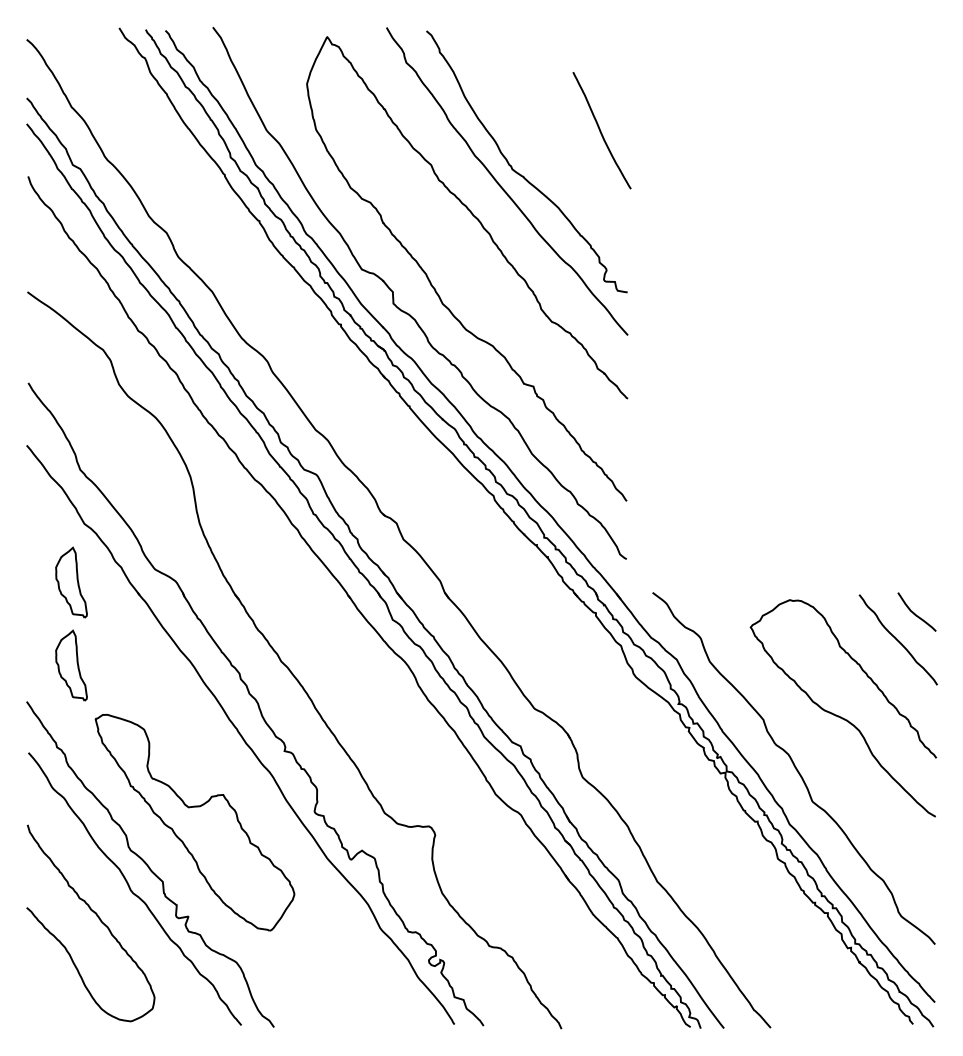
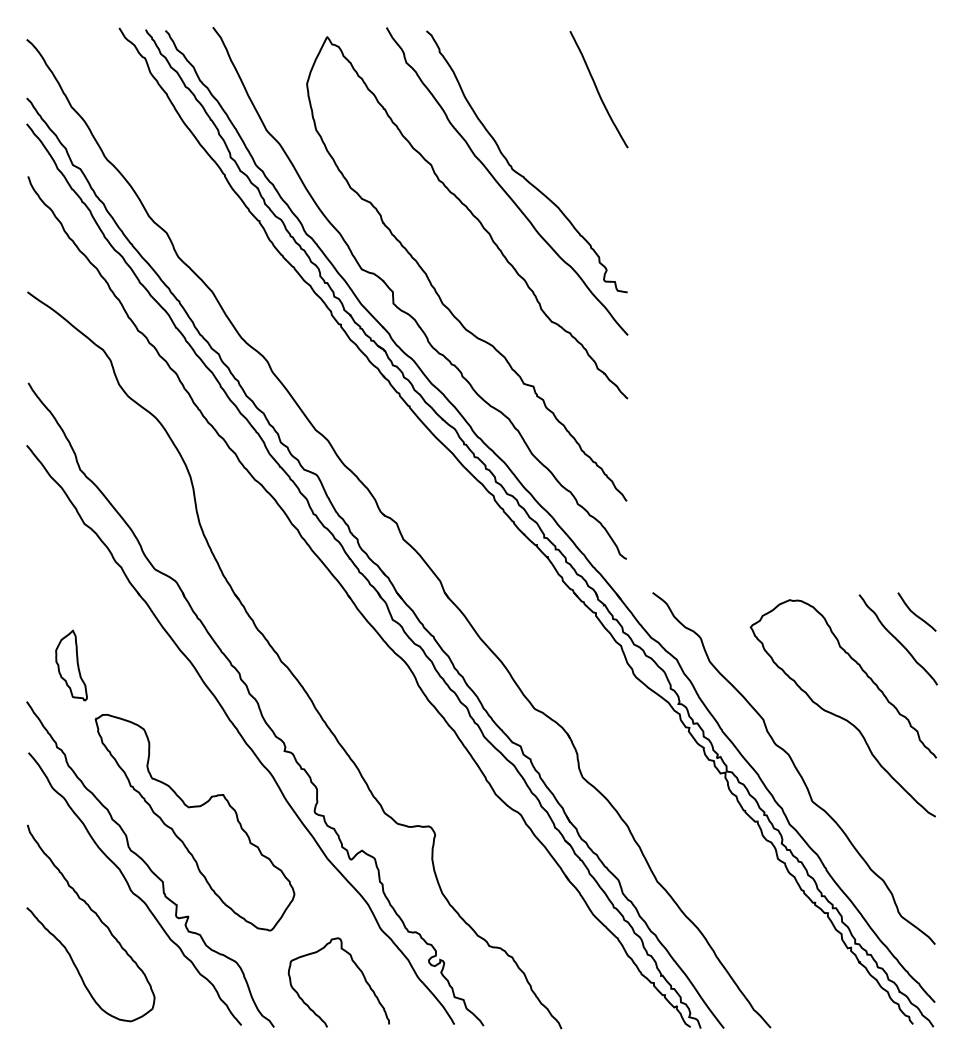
curve at (601, 130) position: (601, 130) -> (598, 89)
part at (71, 582): present -> none
curve at (356, 967): none -> present
